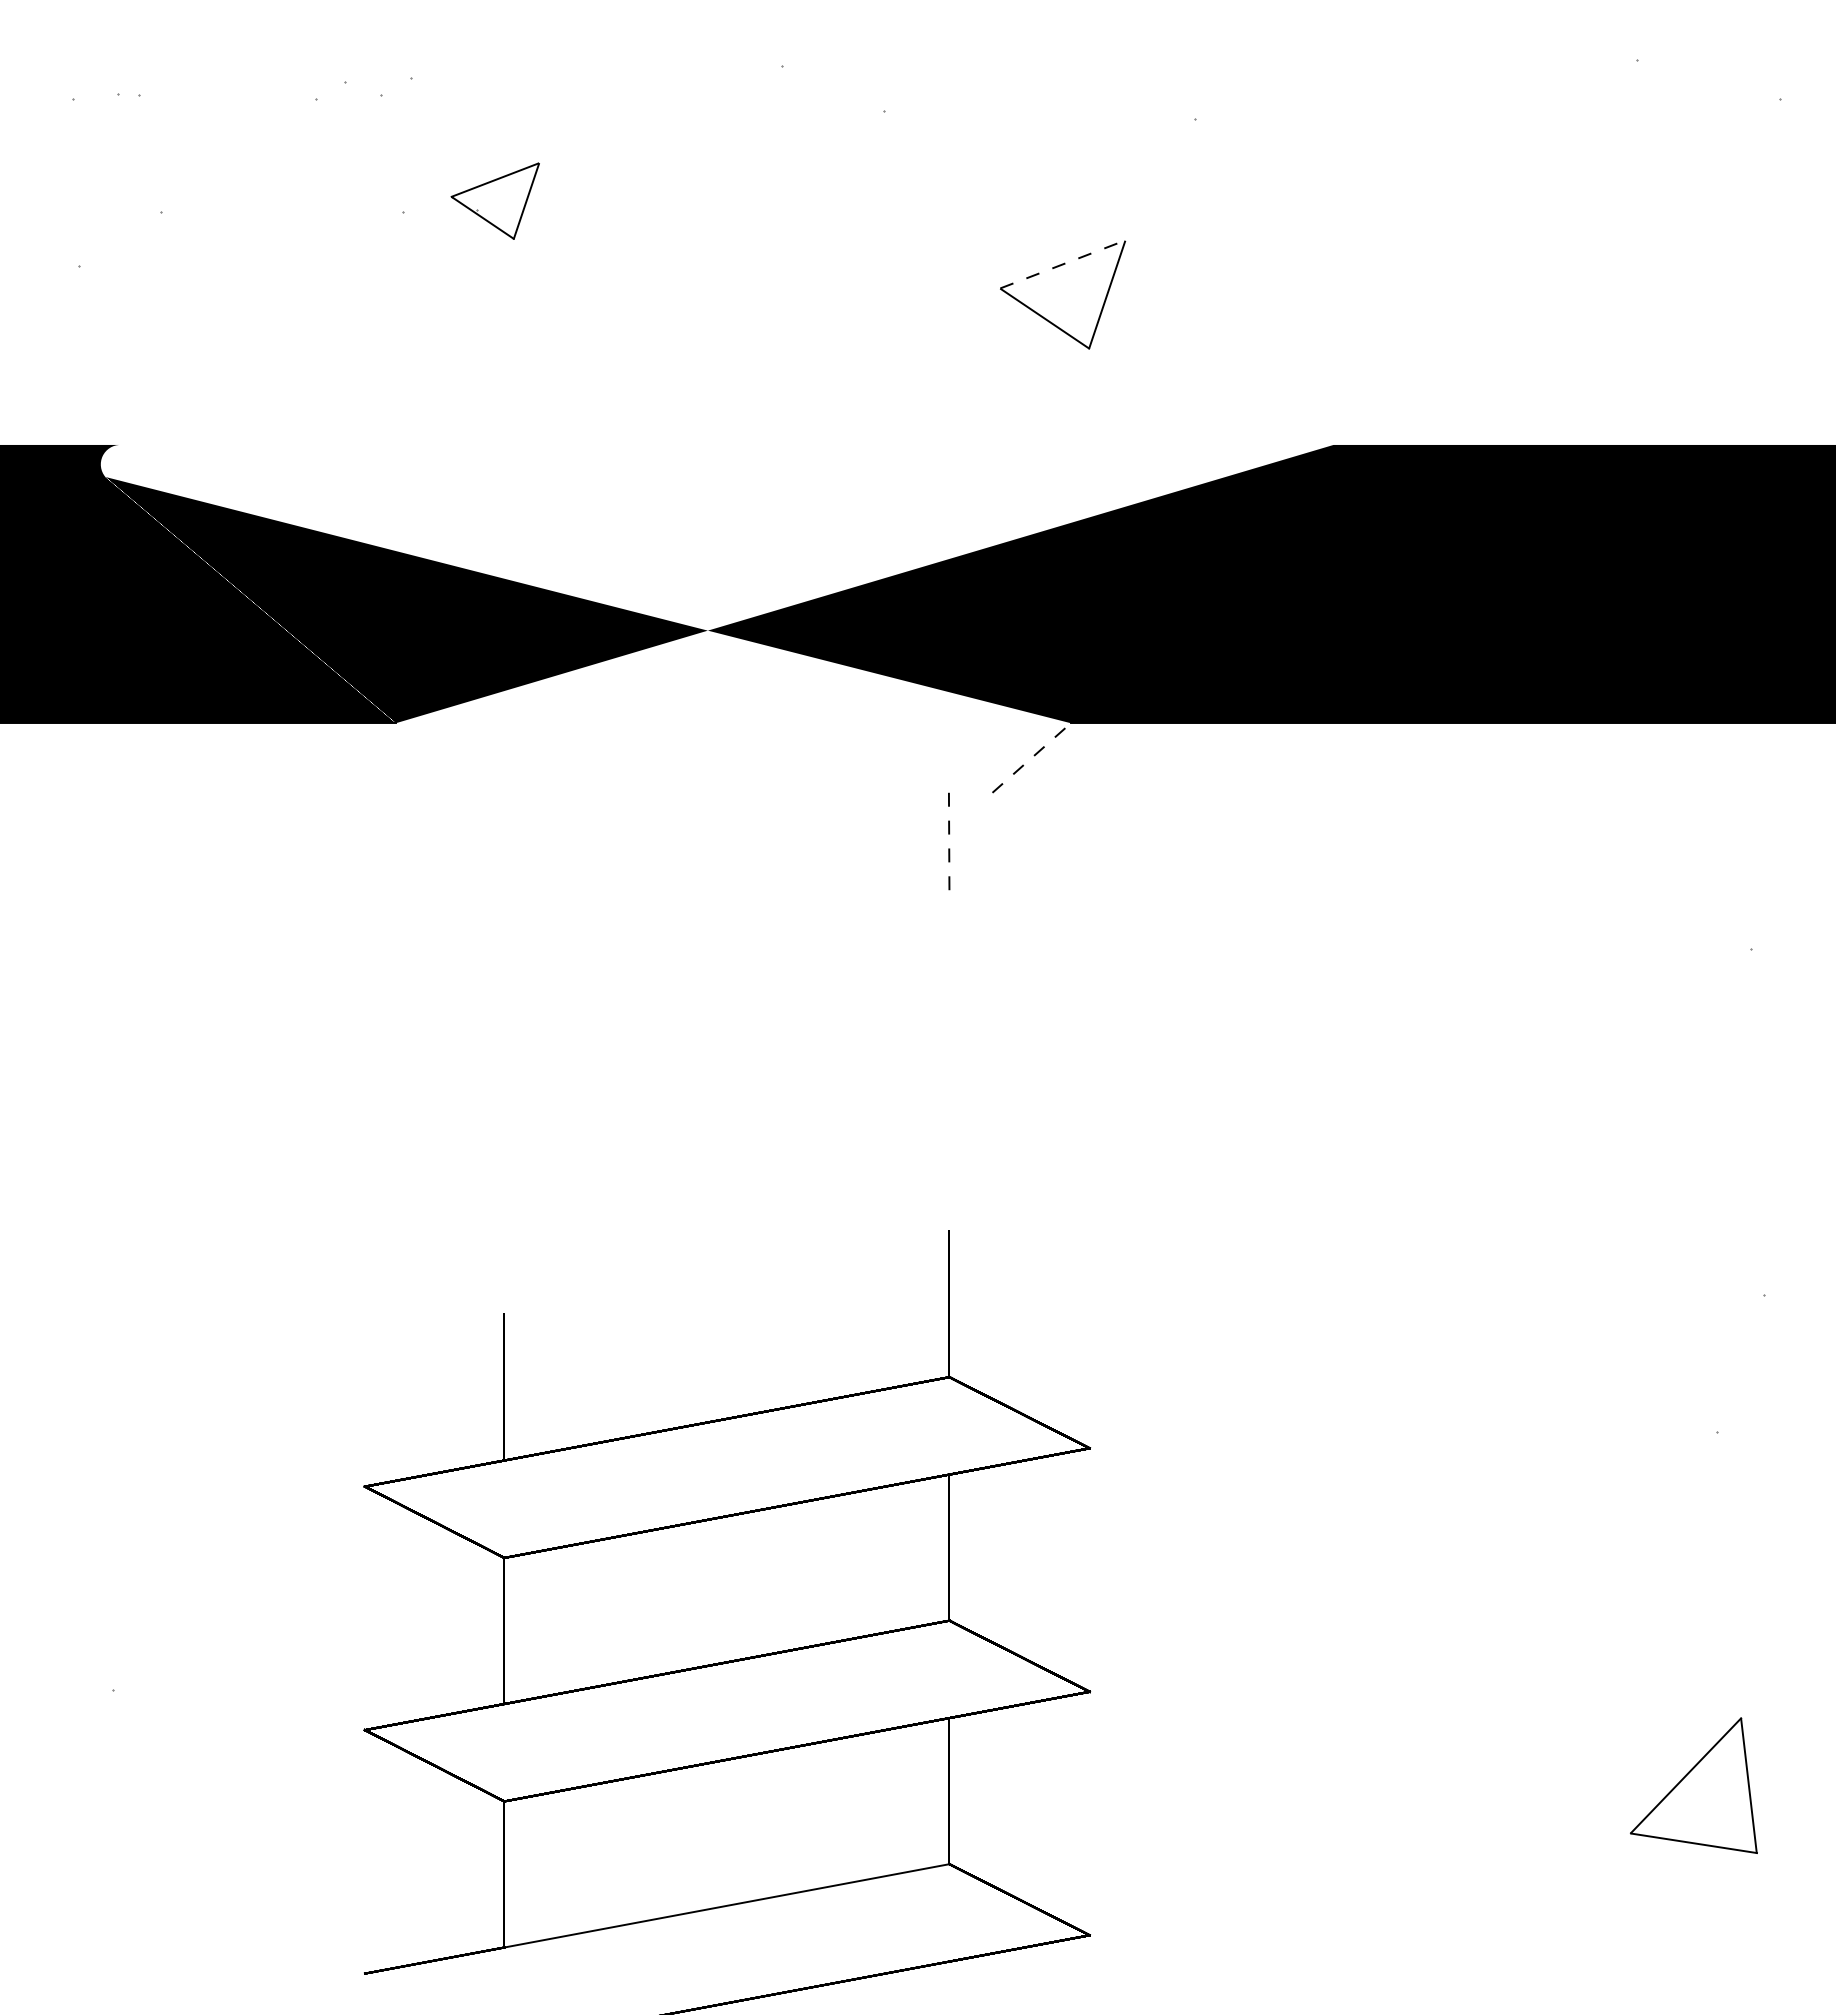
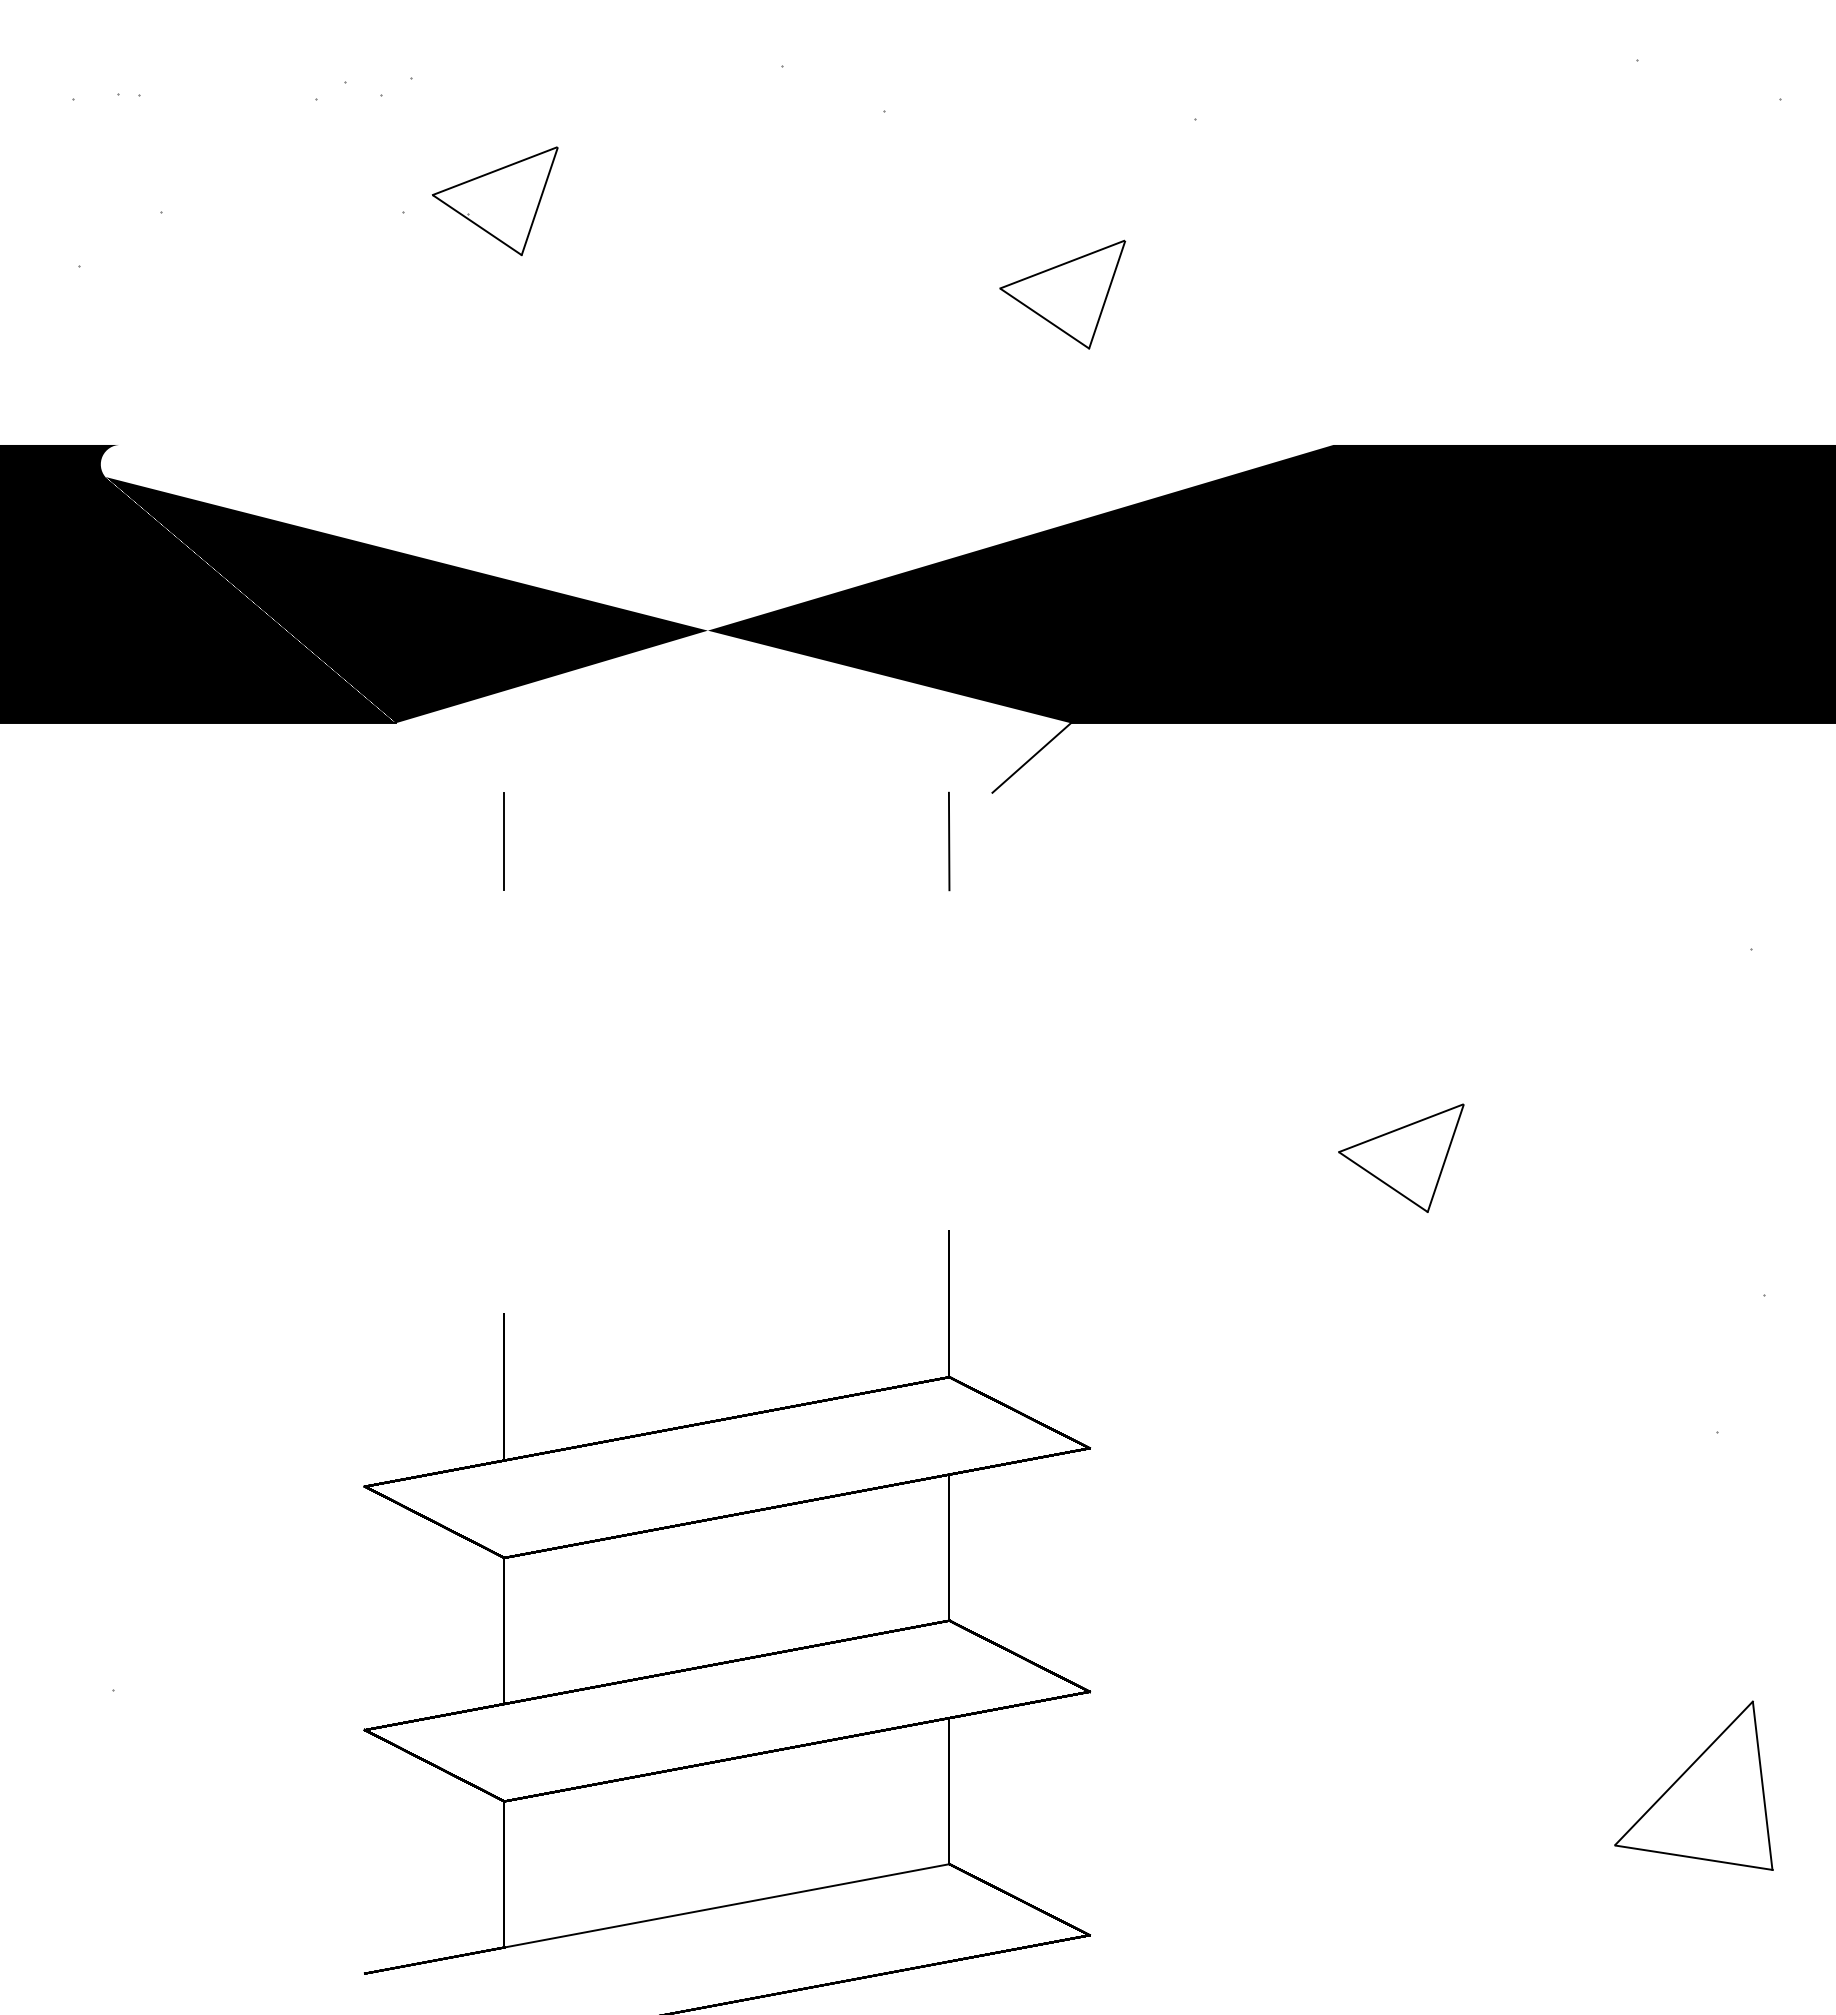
part at (494, 200) size: 90x78 px -> 127x110 px
line at (1062, 264): dashed -> solid
line at (1032, 757): dashed -> solid
line at (504, 841): none -> present
line at (949, 841): dashed -> solid
part at (1401, 1157): none -> present
part at (1693, 1785) size: 128x137 px -> 160x171 px
